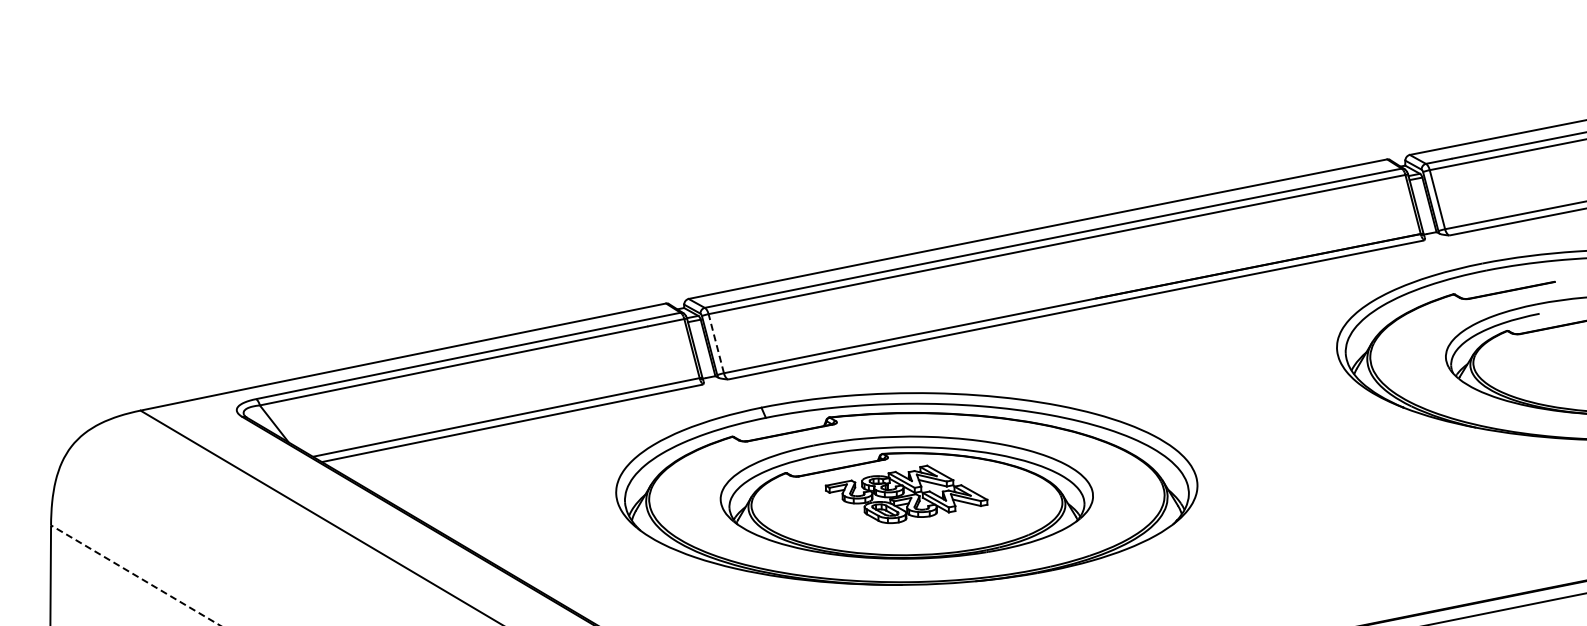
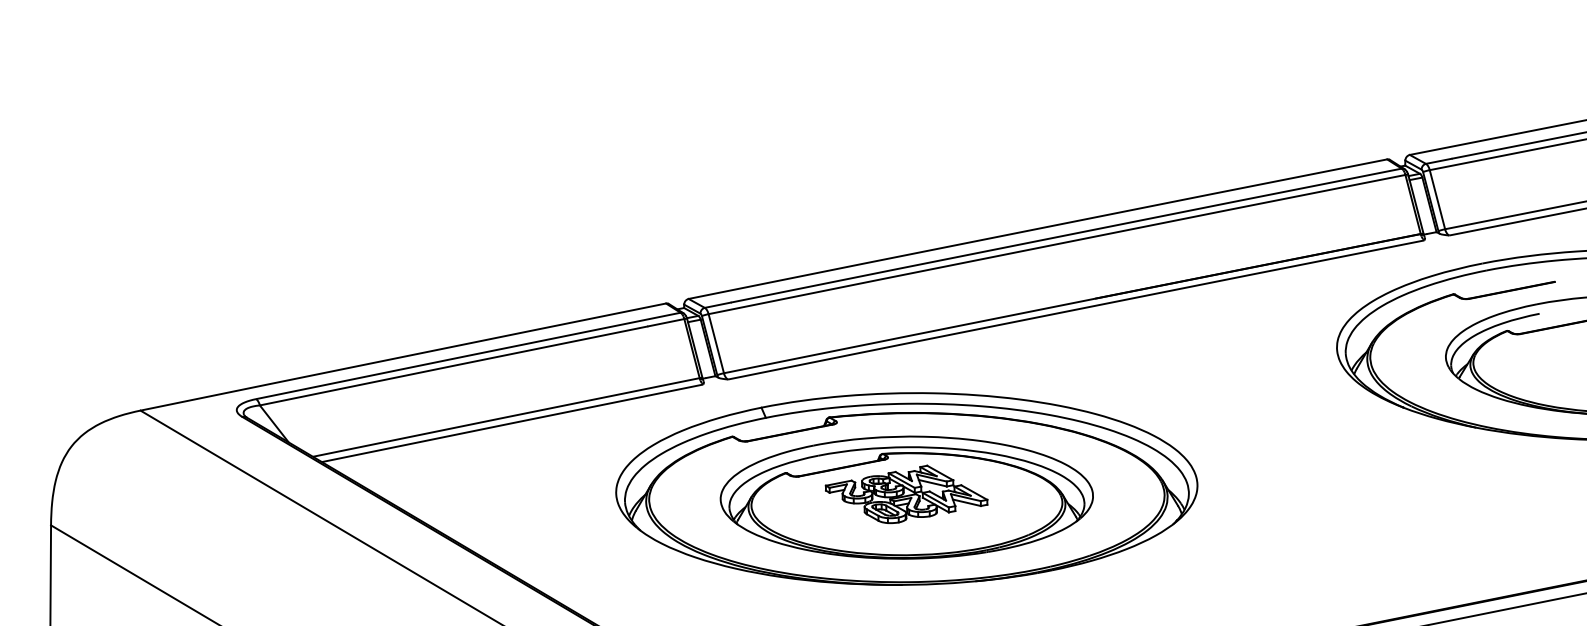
line at (716, 343): dashed -> solid
line at (135, 575): dashed -> solid
